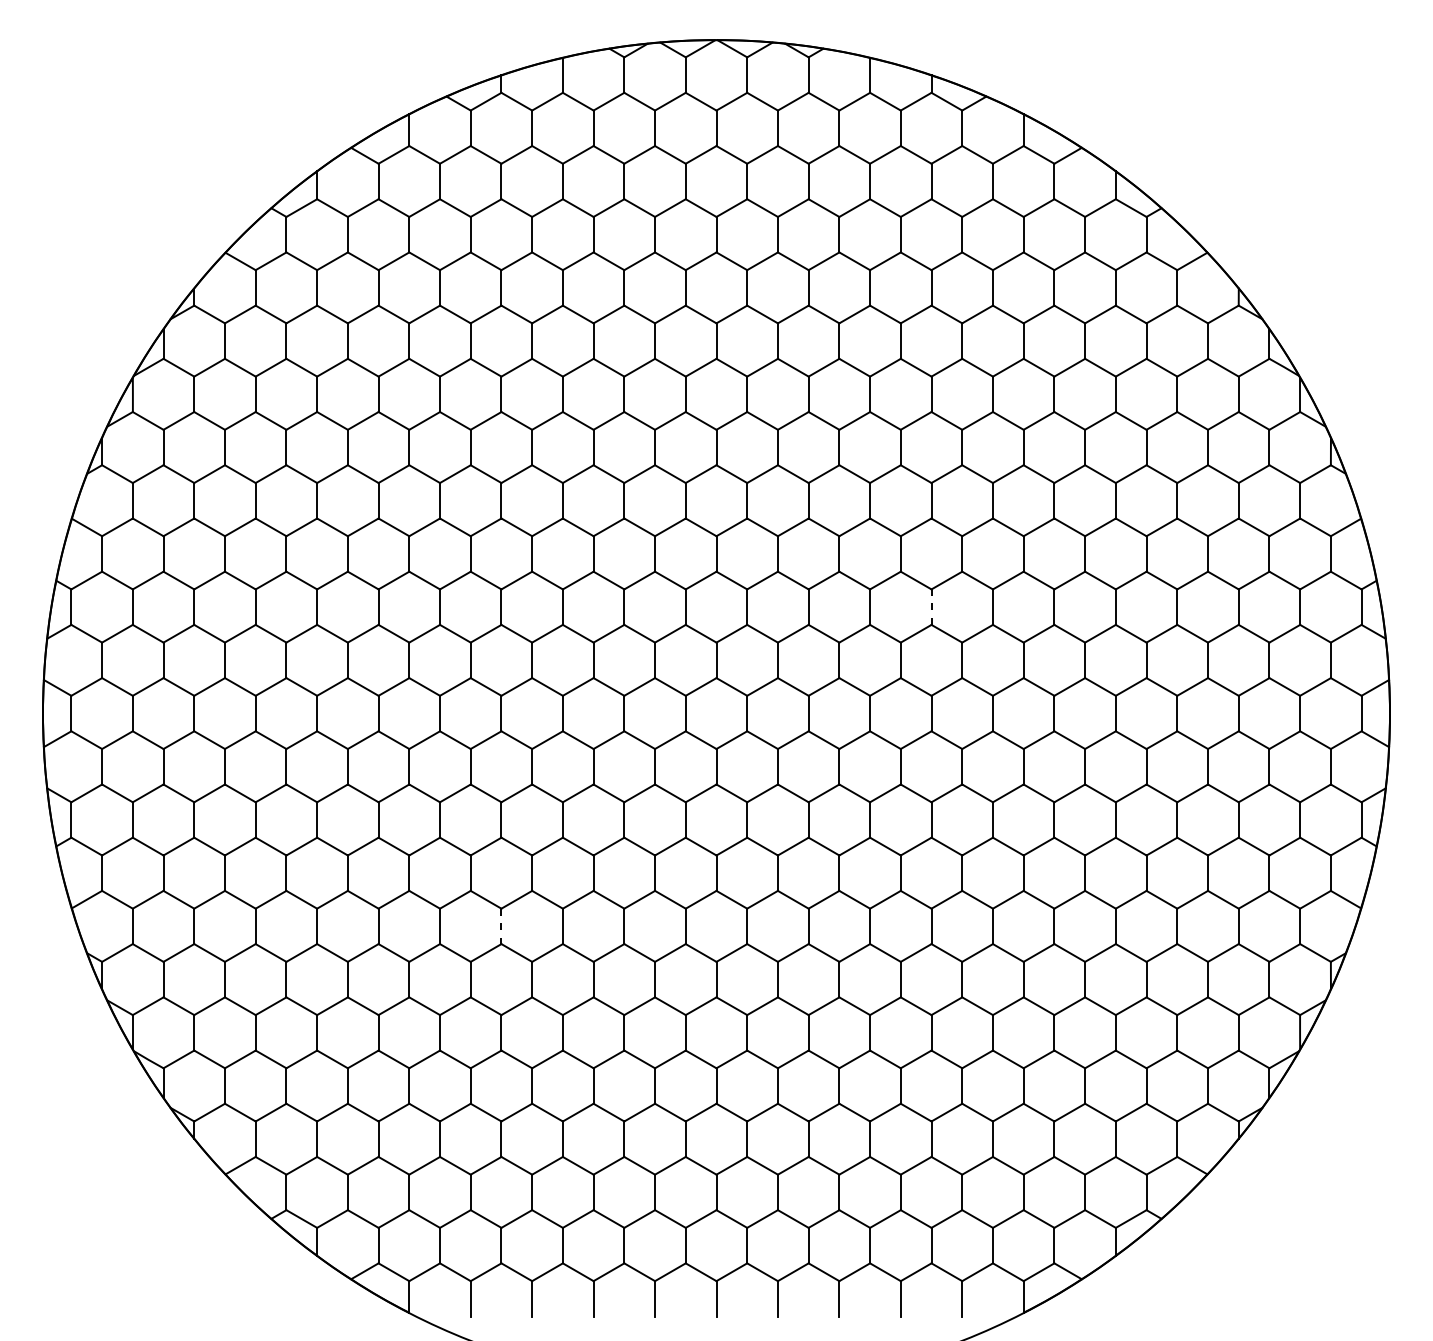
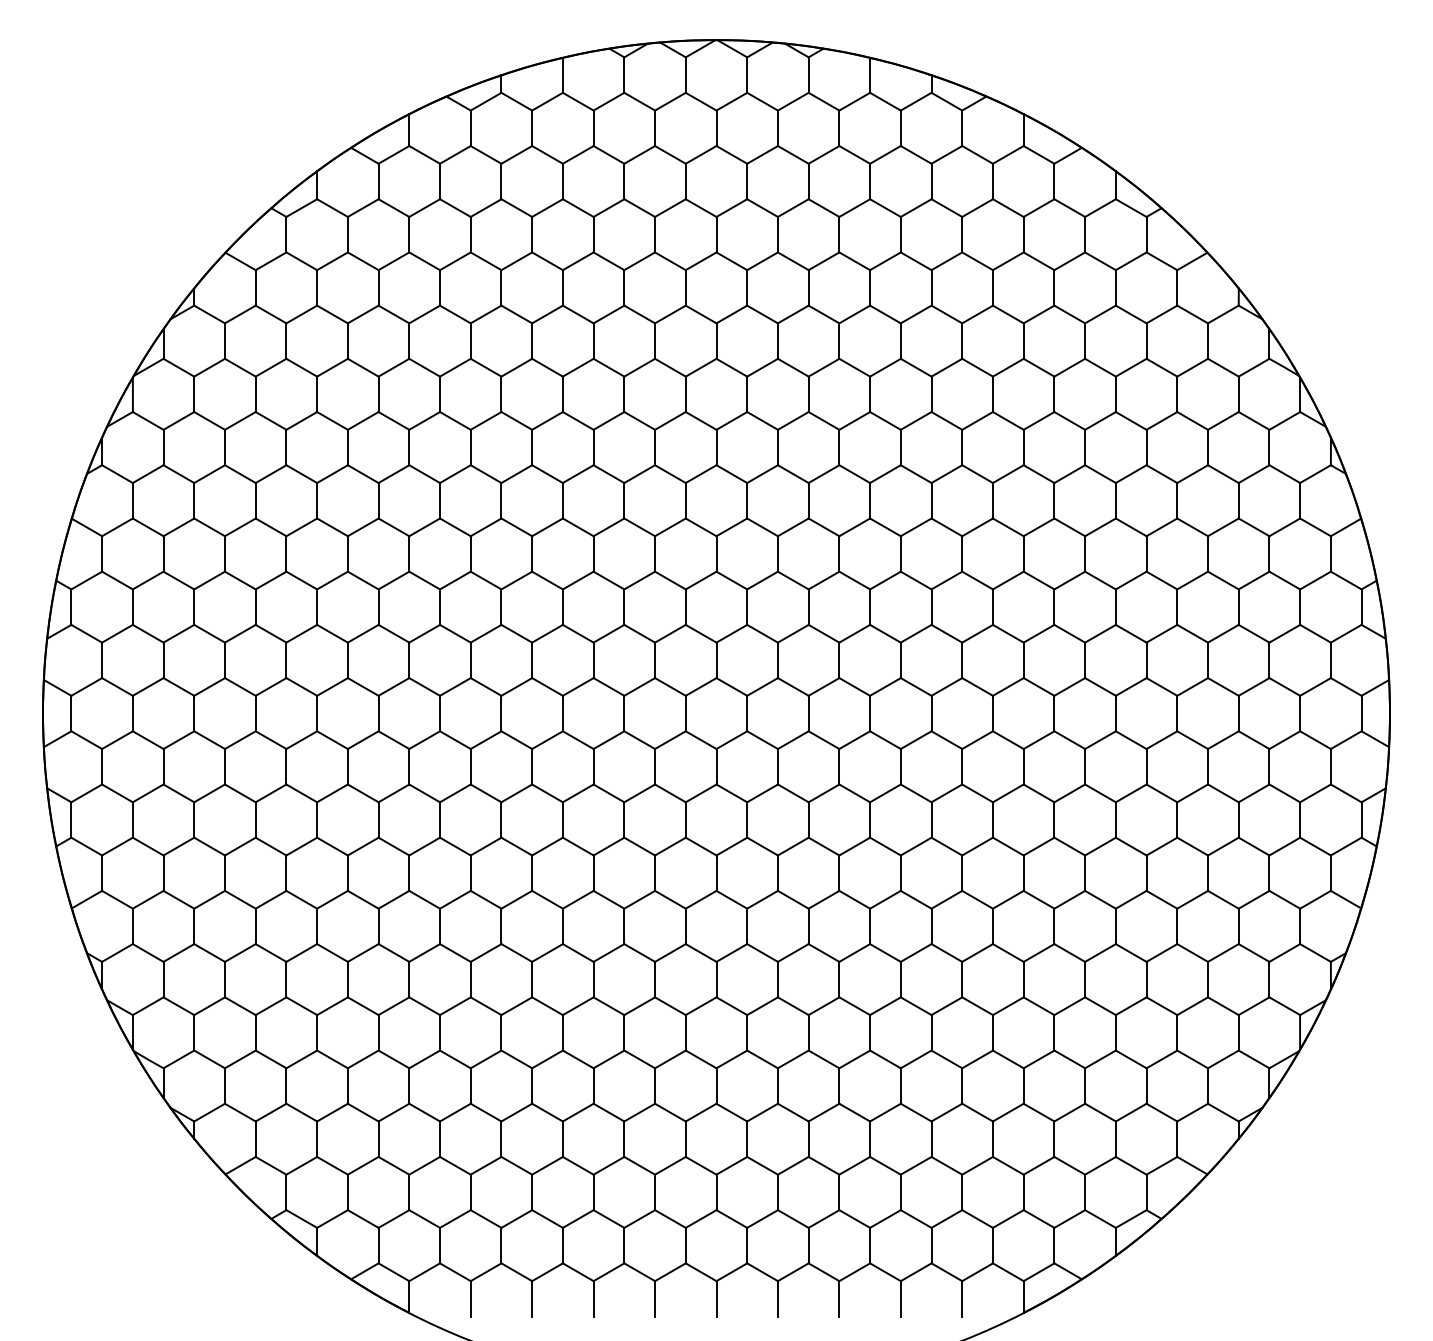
line at (931, 607): dashed -> solid
line at (501, 926): dashed -> solid
